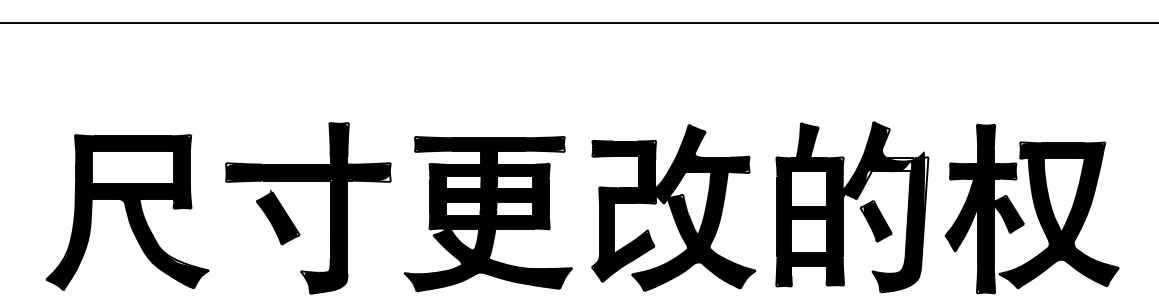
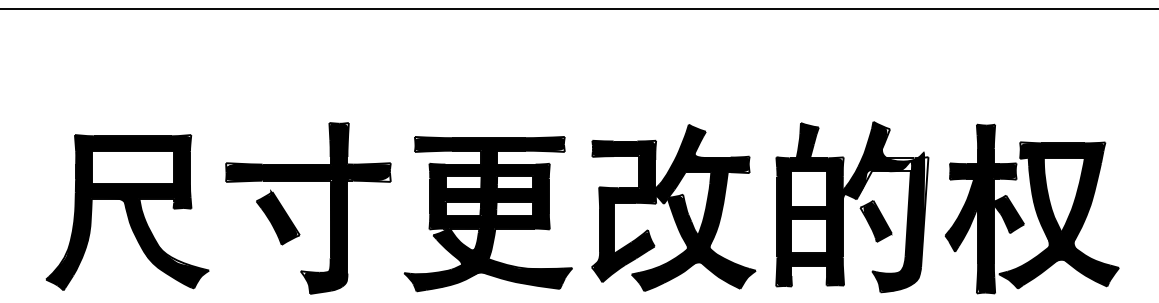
line at (578, 23) position: (578, 23) -> (578, 9)
